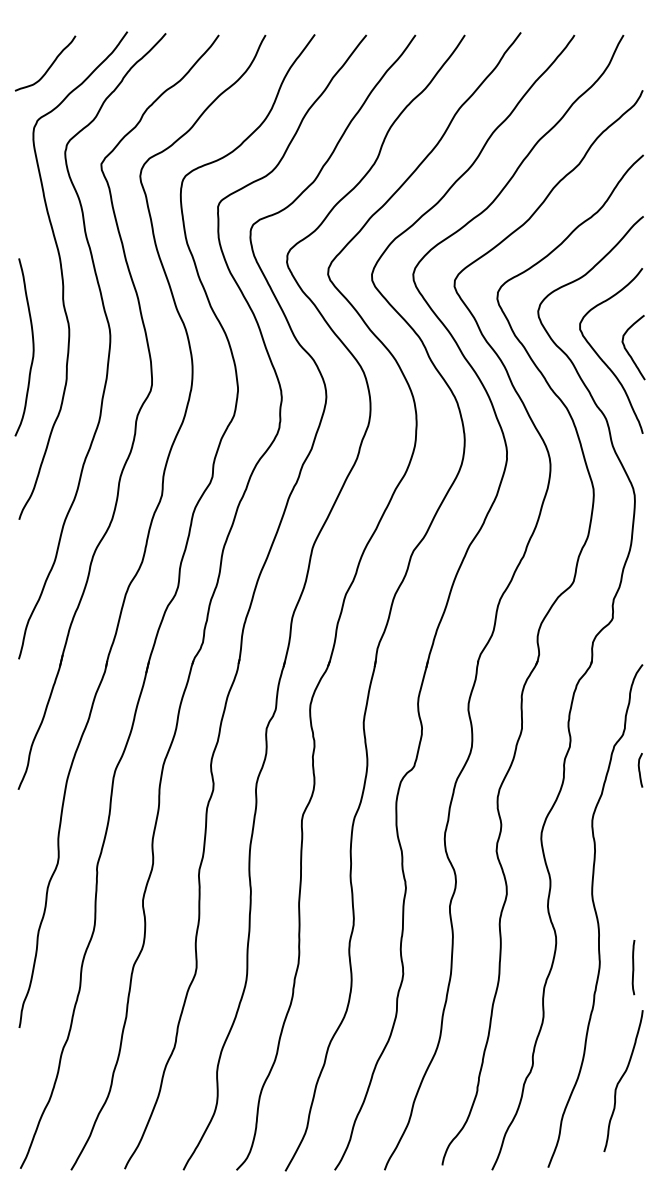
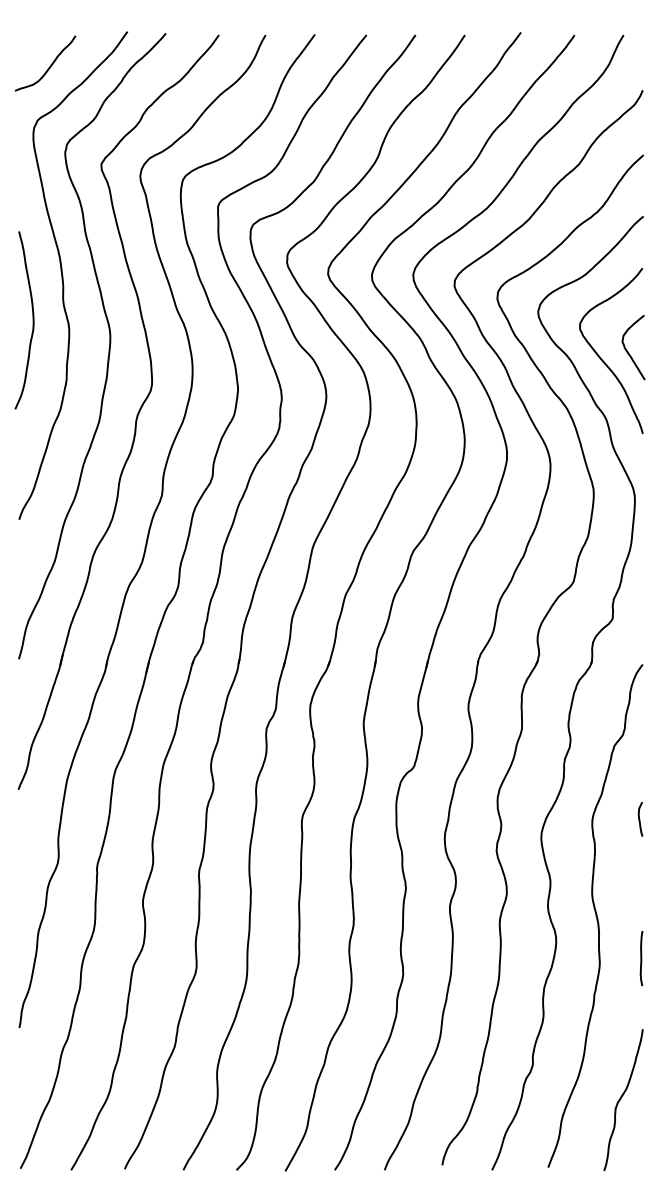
curve at (32, 347) position: (32, 347) -> (32, 320)
curve at (640, 770) position: (640, 770) -> (640, 819)
curve at (633, 967) position: (633, 967) -> (641, 958)
curve at (621, 1079) position: (621, 1079) -> (621, 1098)
